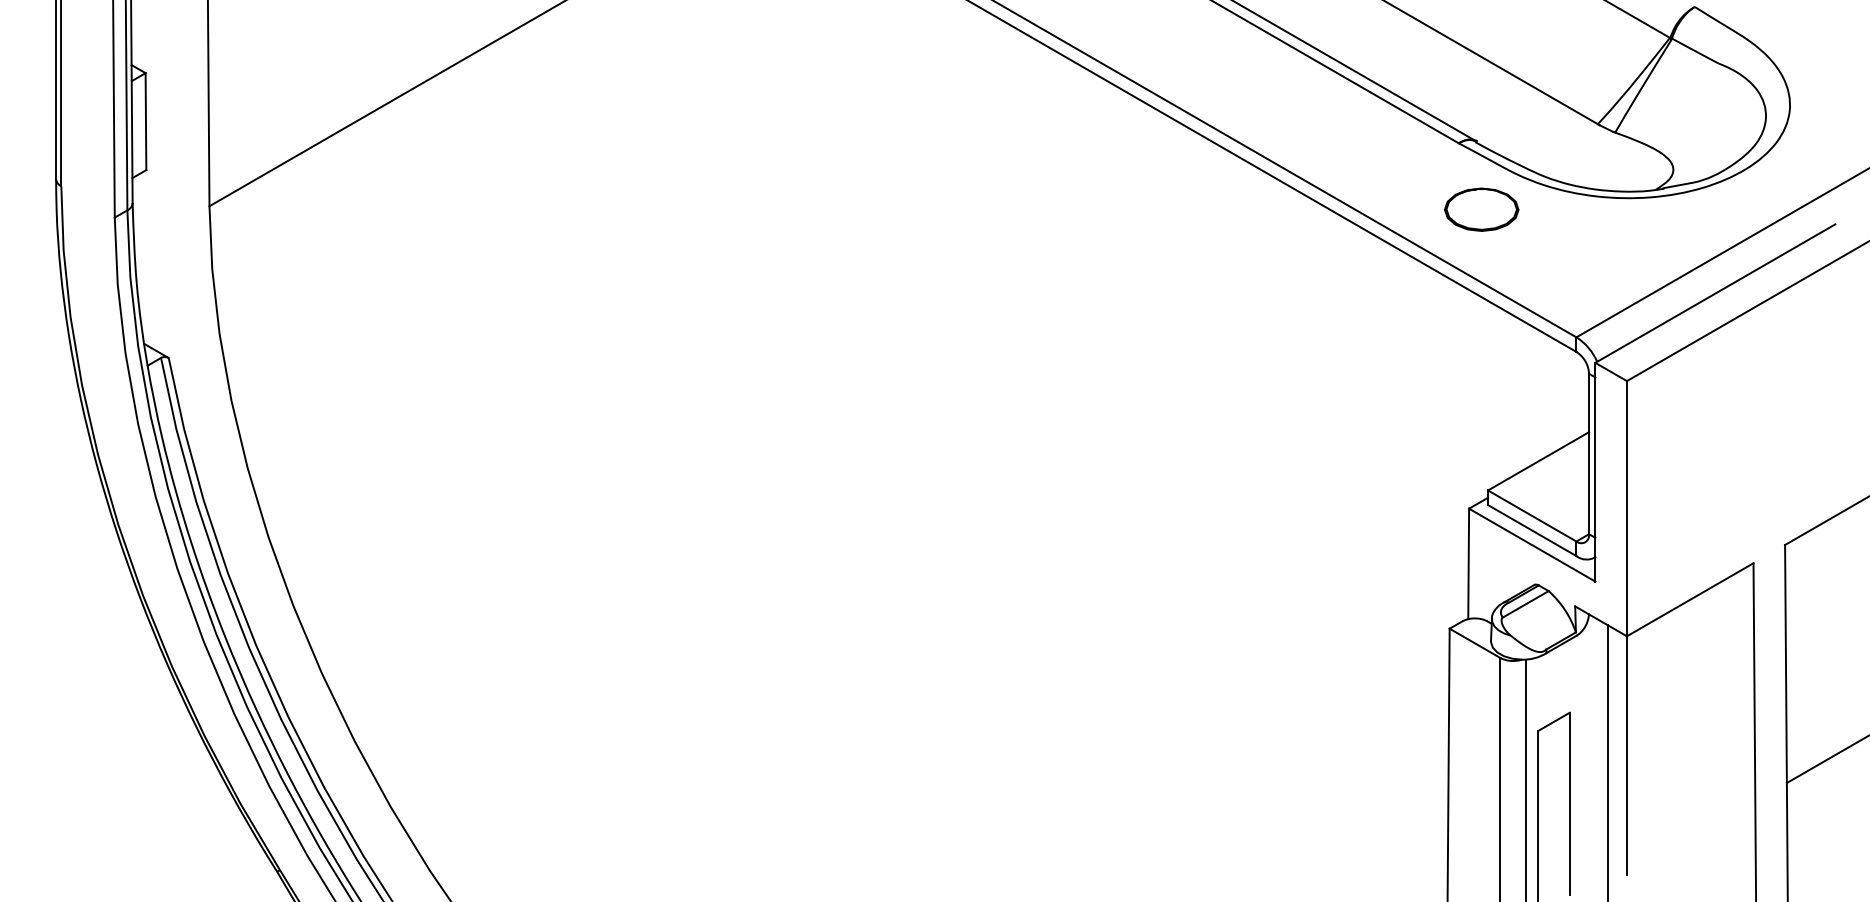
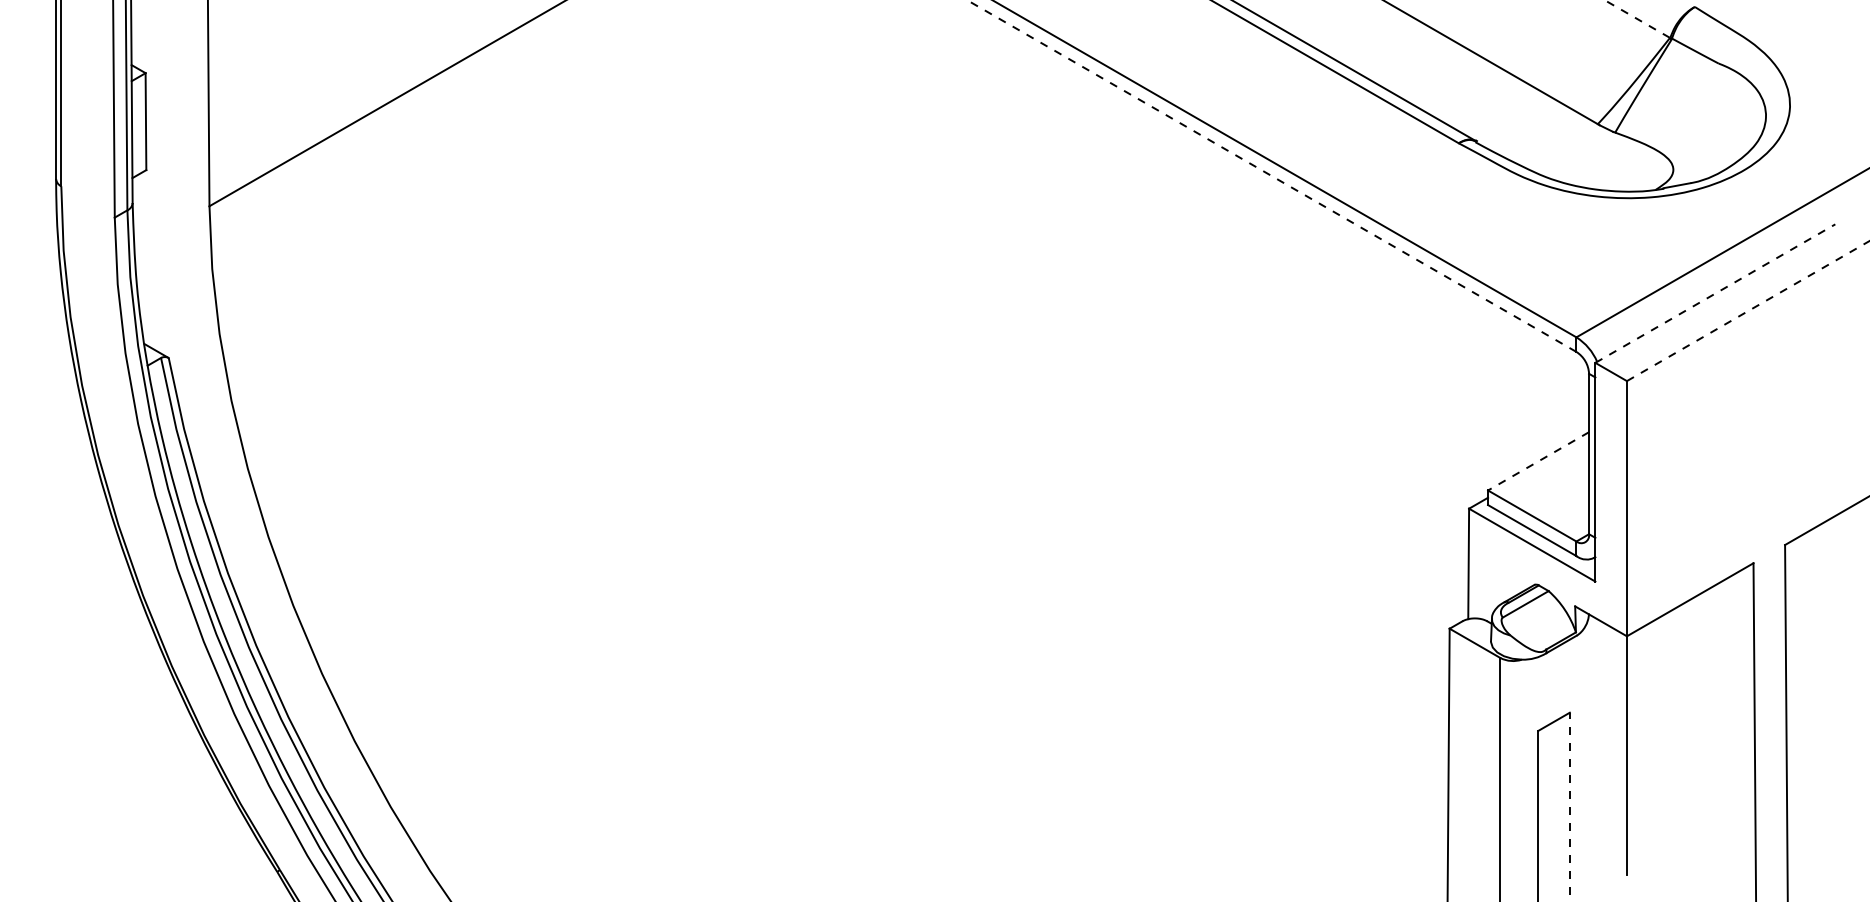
line at (1637, 19): solid -> dashed
line at (1271, 175): solid -> dashed
part at (1481, 209): present -> none
line at (1715, 293): solid -> dashed
line at (1748, 311): solid -> dashed
line at (1538, 461): solid -> dashed
line at (1826, 760): present -> none
line at (1607, 761): present -> none
line at (1525, 778): present -> none
line at (1569, 803): solid -> dashed
